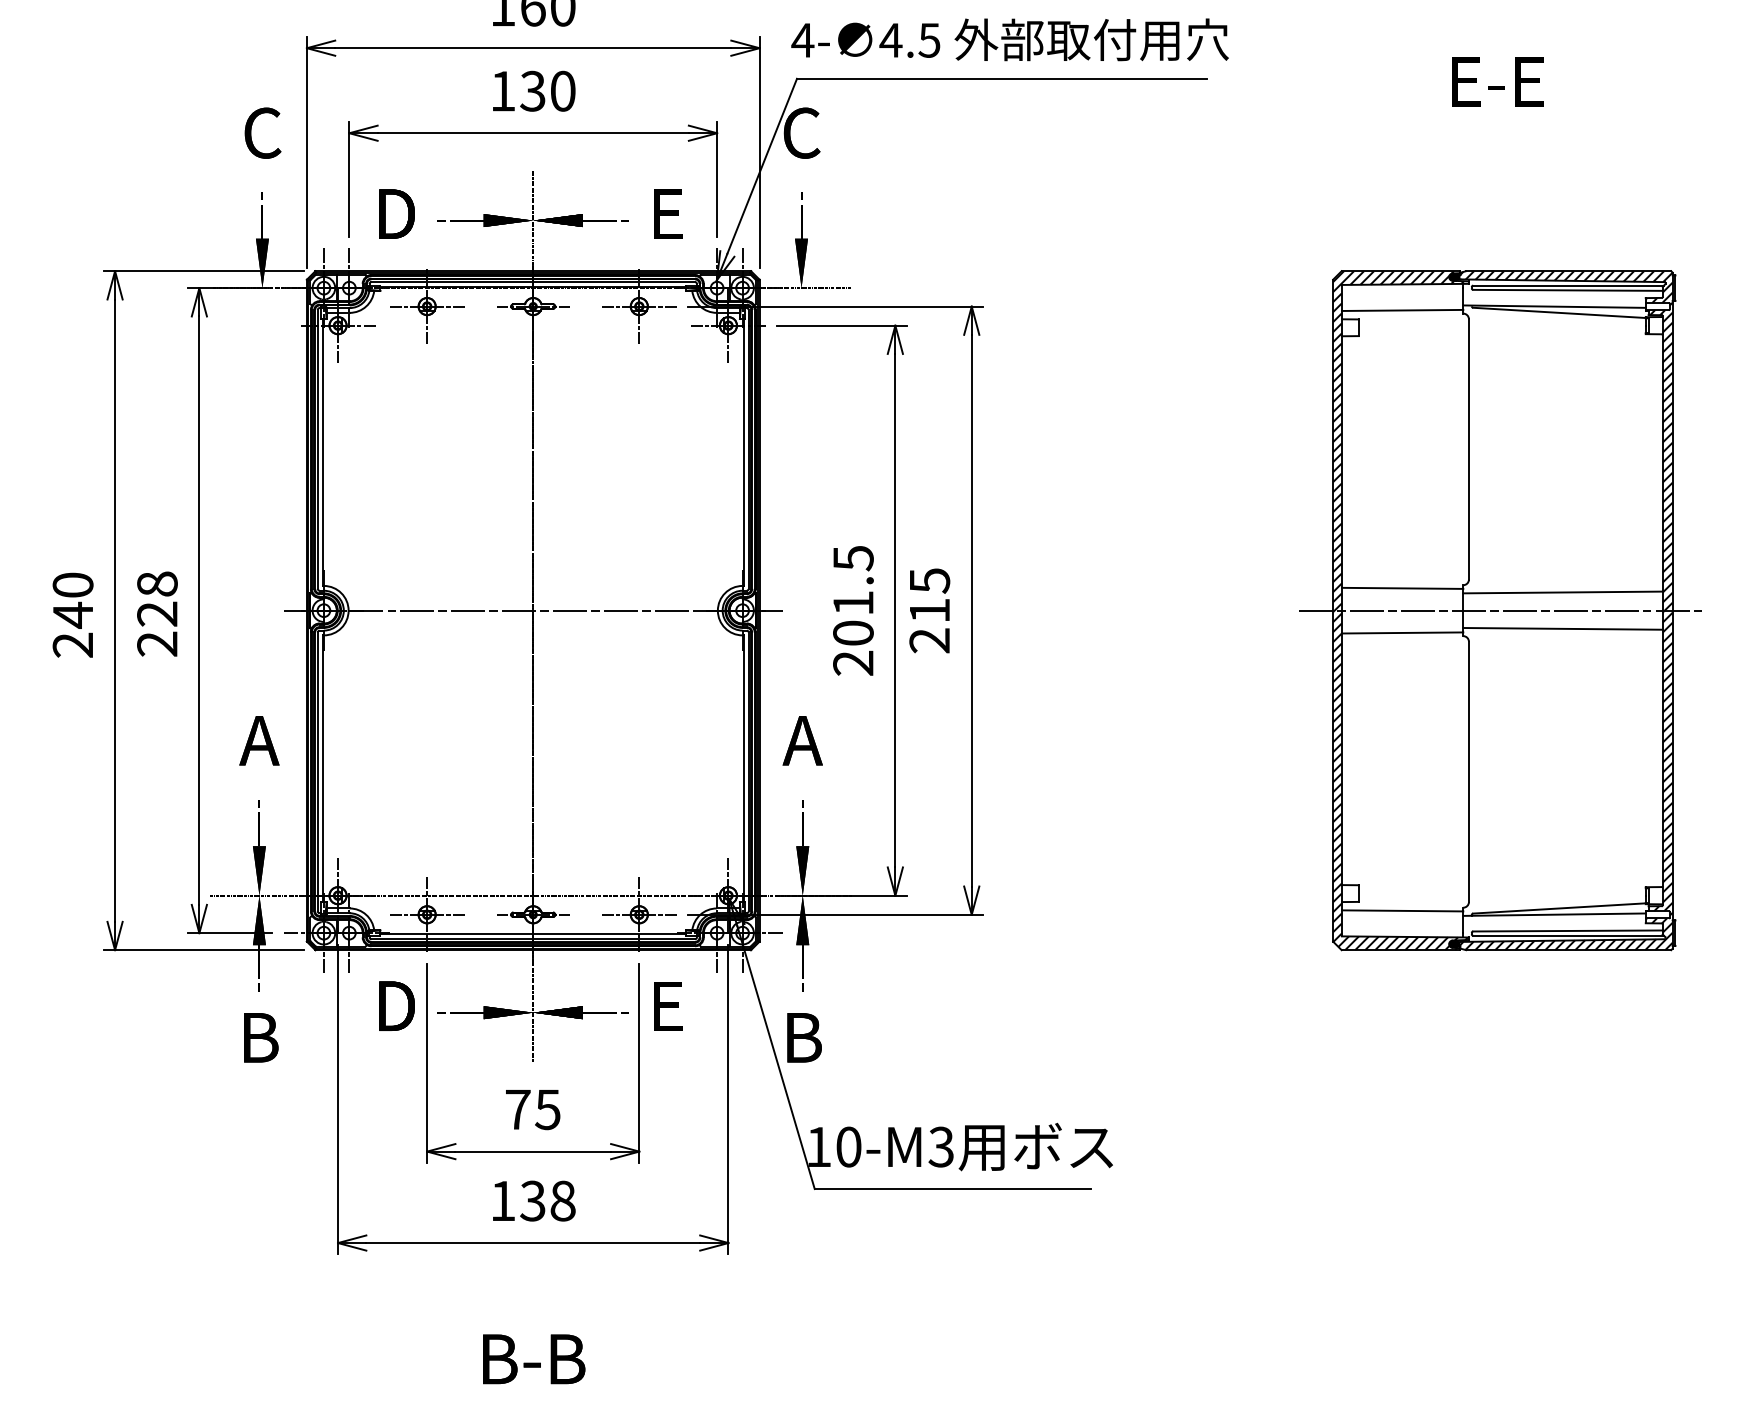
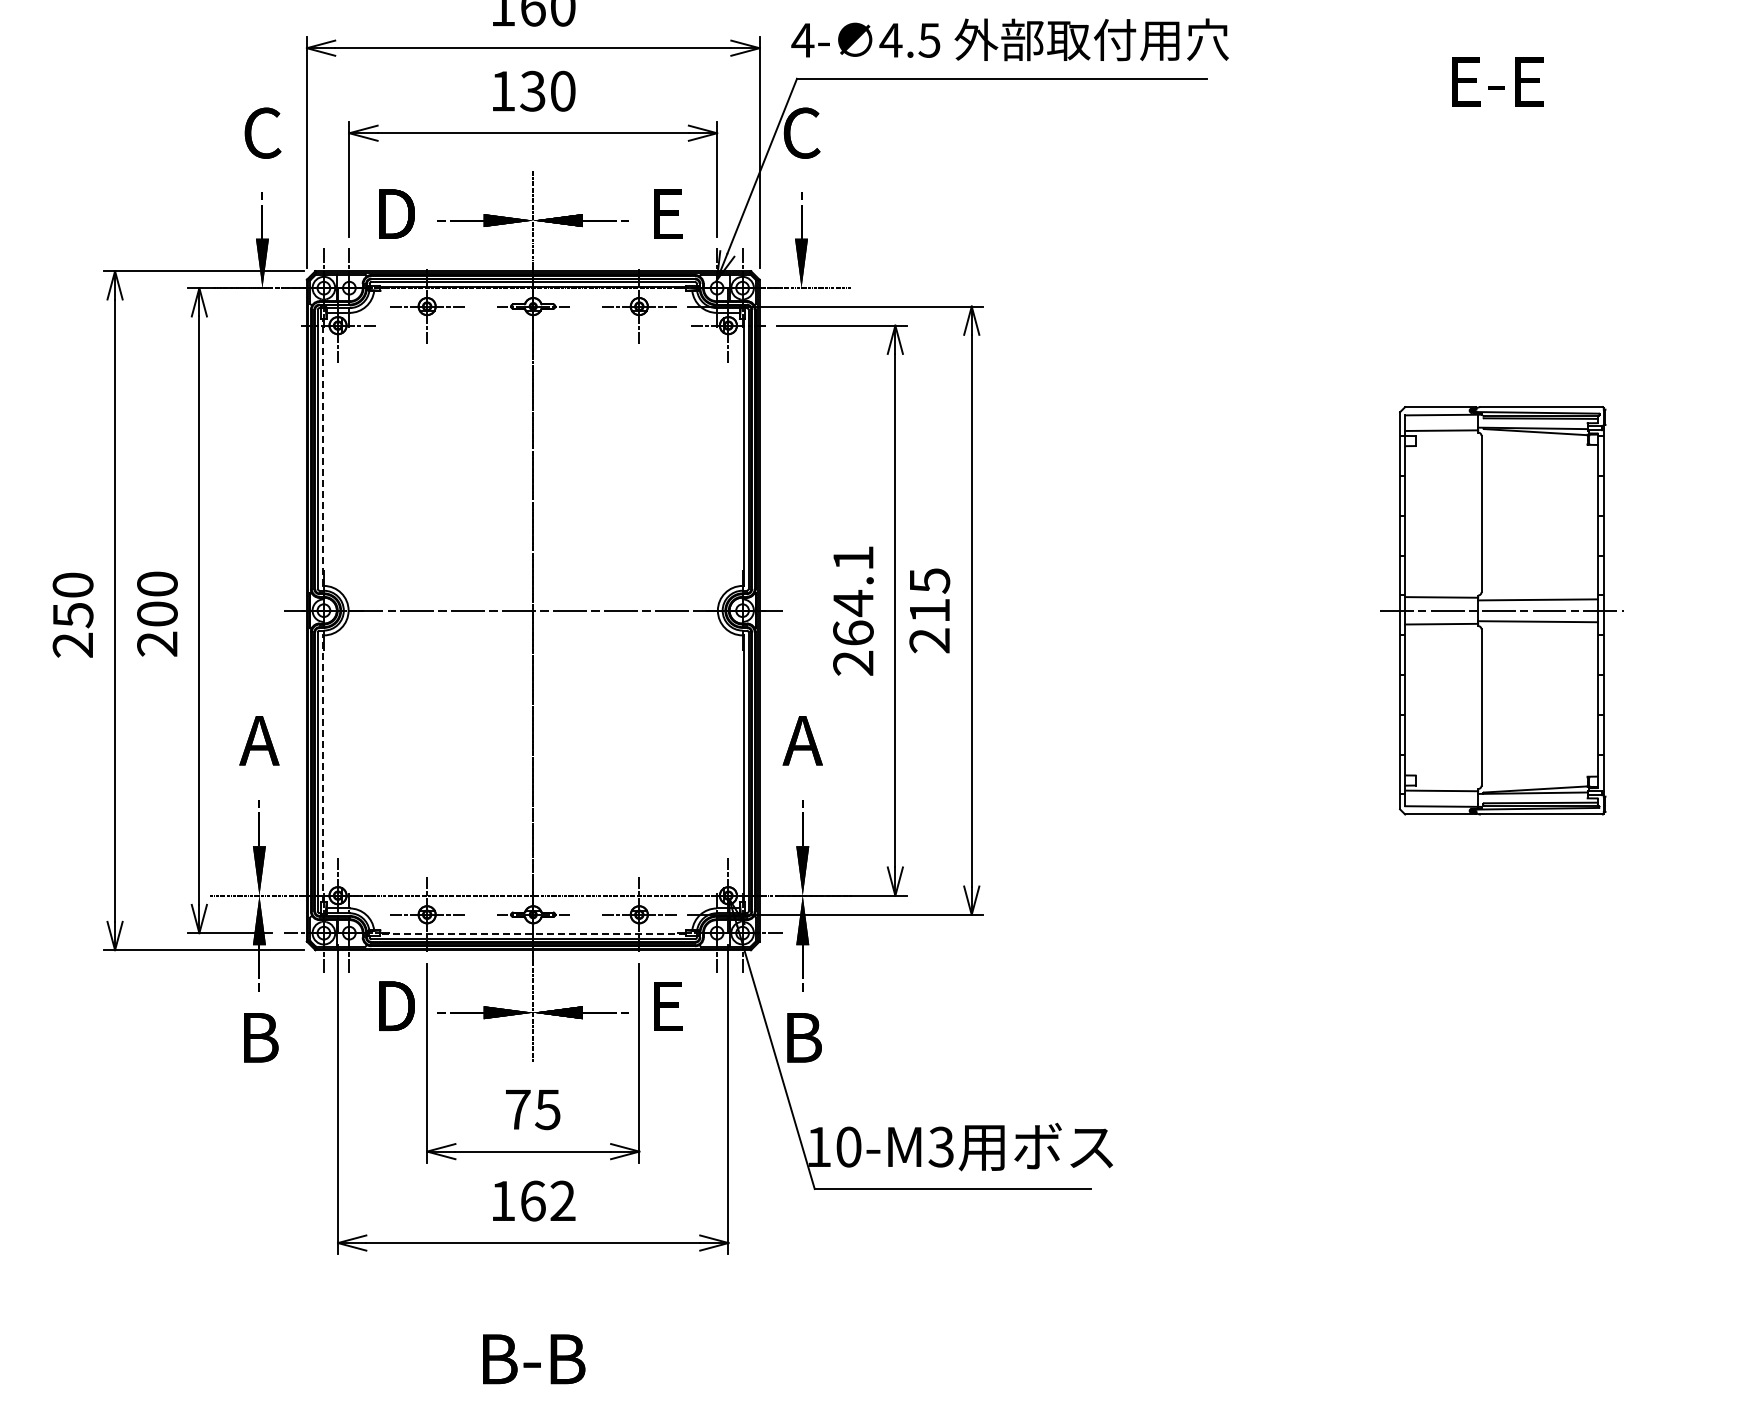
line at (322, 451): solid -> dashed
text at (853, 595): 201.5 -> 264.1
text at (157, 598): 228 -> 200
part at (1500, 610) size: 403x682 px -> 244x410 px
text at (73, 614): 240 -> 250
line at (322, 768): solid -> dashed
line at (533, 934): solid -> dashed
text at (547, 1200): 138 -> 162
